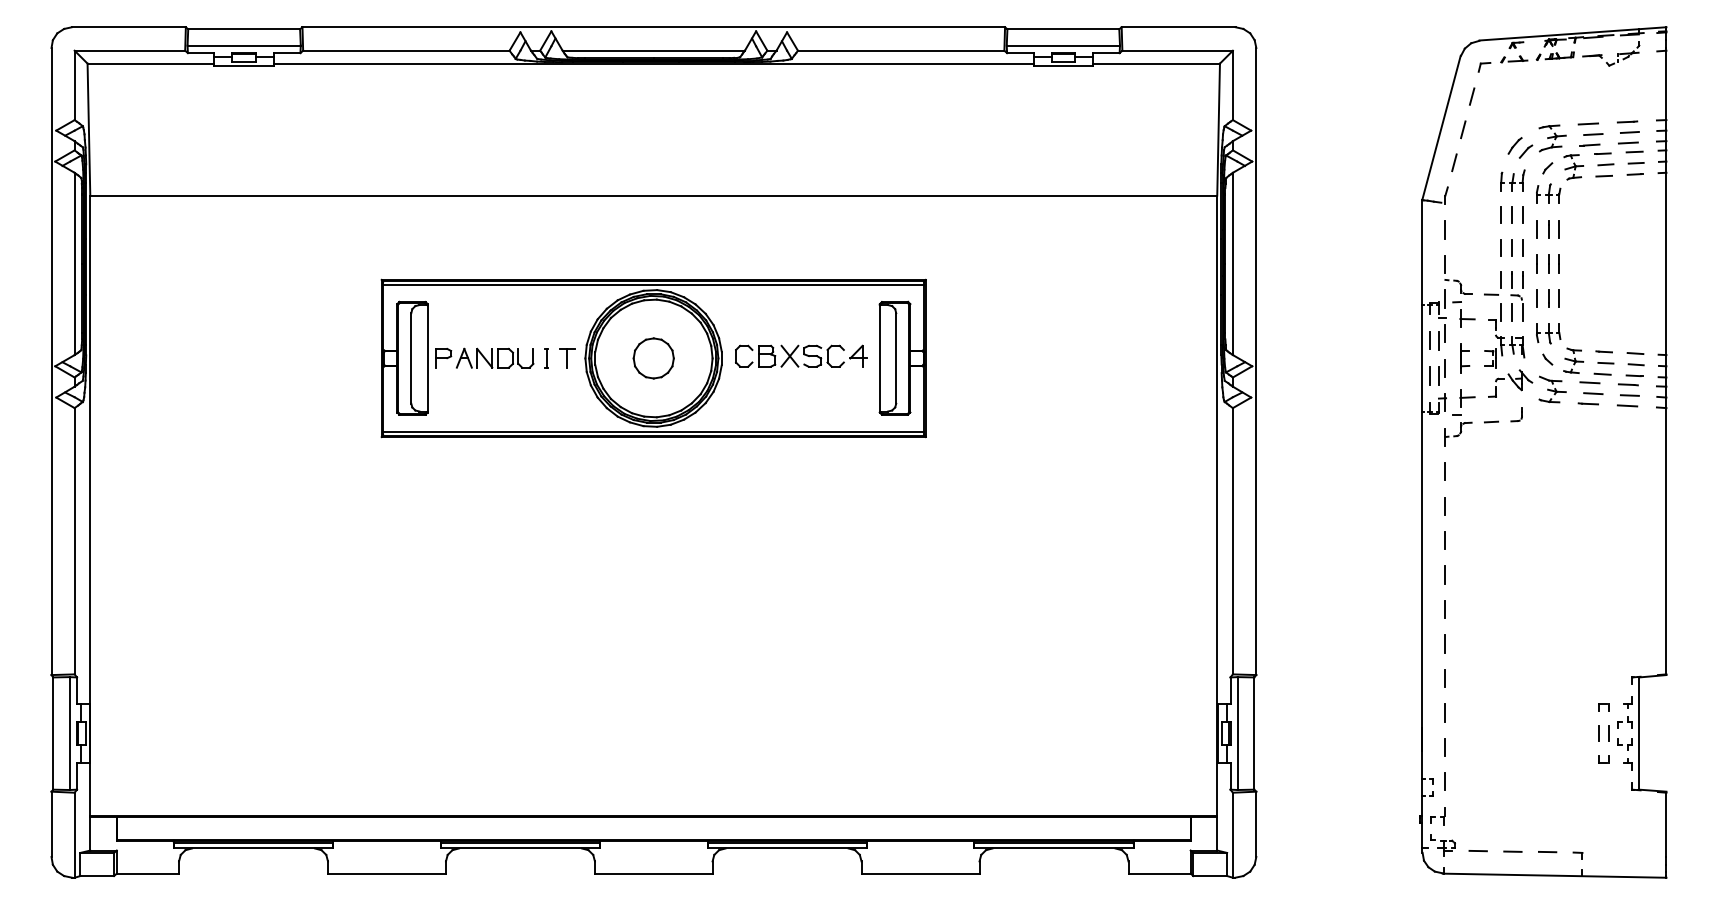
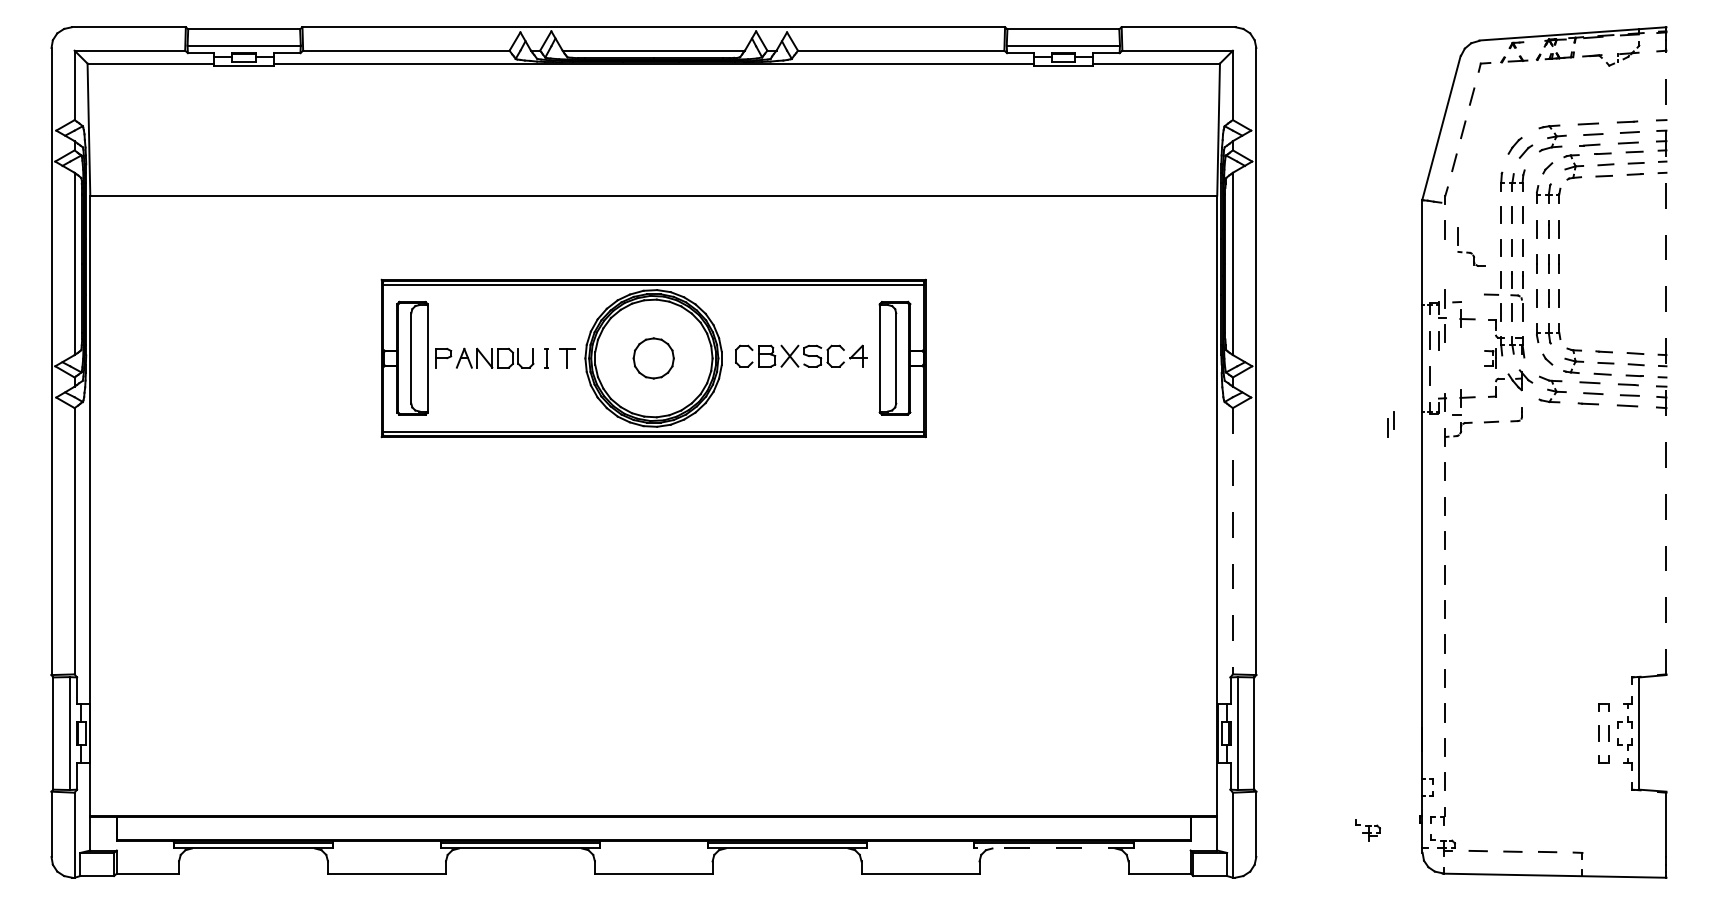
part at (1458, 274) position: (1458, 274) -> (1471, 246)
part at (1465, 358): present -> none
line at (1666, 361): solid -> dashed
part at (1441, 372) position: (1441, 372) -> (1390, 424)
line at (1232, 541): solid -> dashed
part at (1367, 830): none -> present
line at (1054, 848): solid -> dashed
